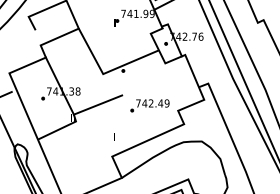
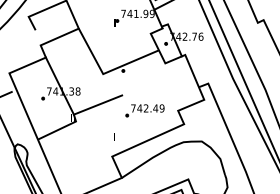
part at (149, 105) position: (149, 105) -> (144, 110)
